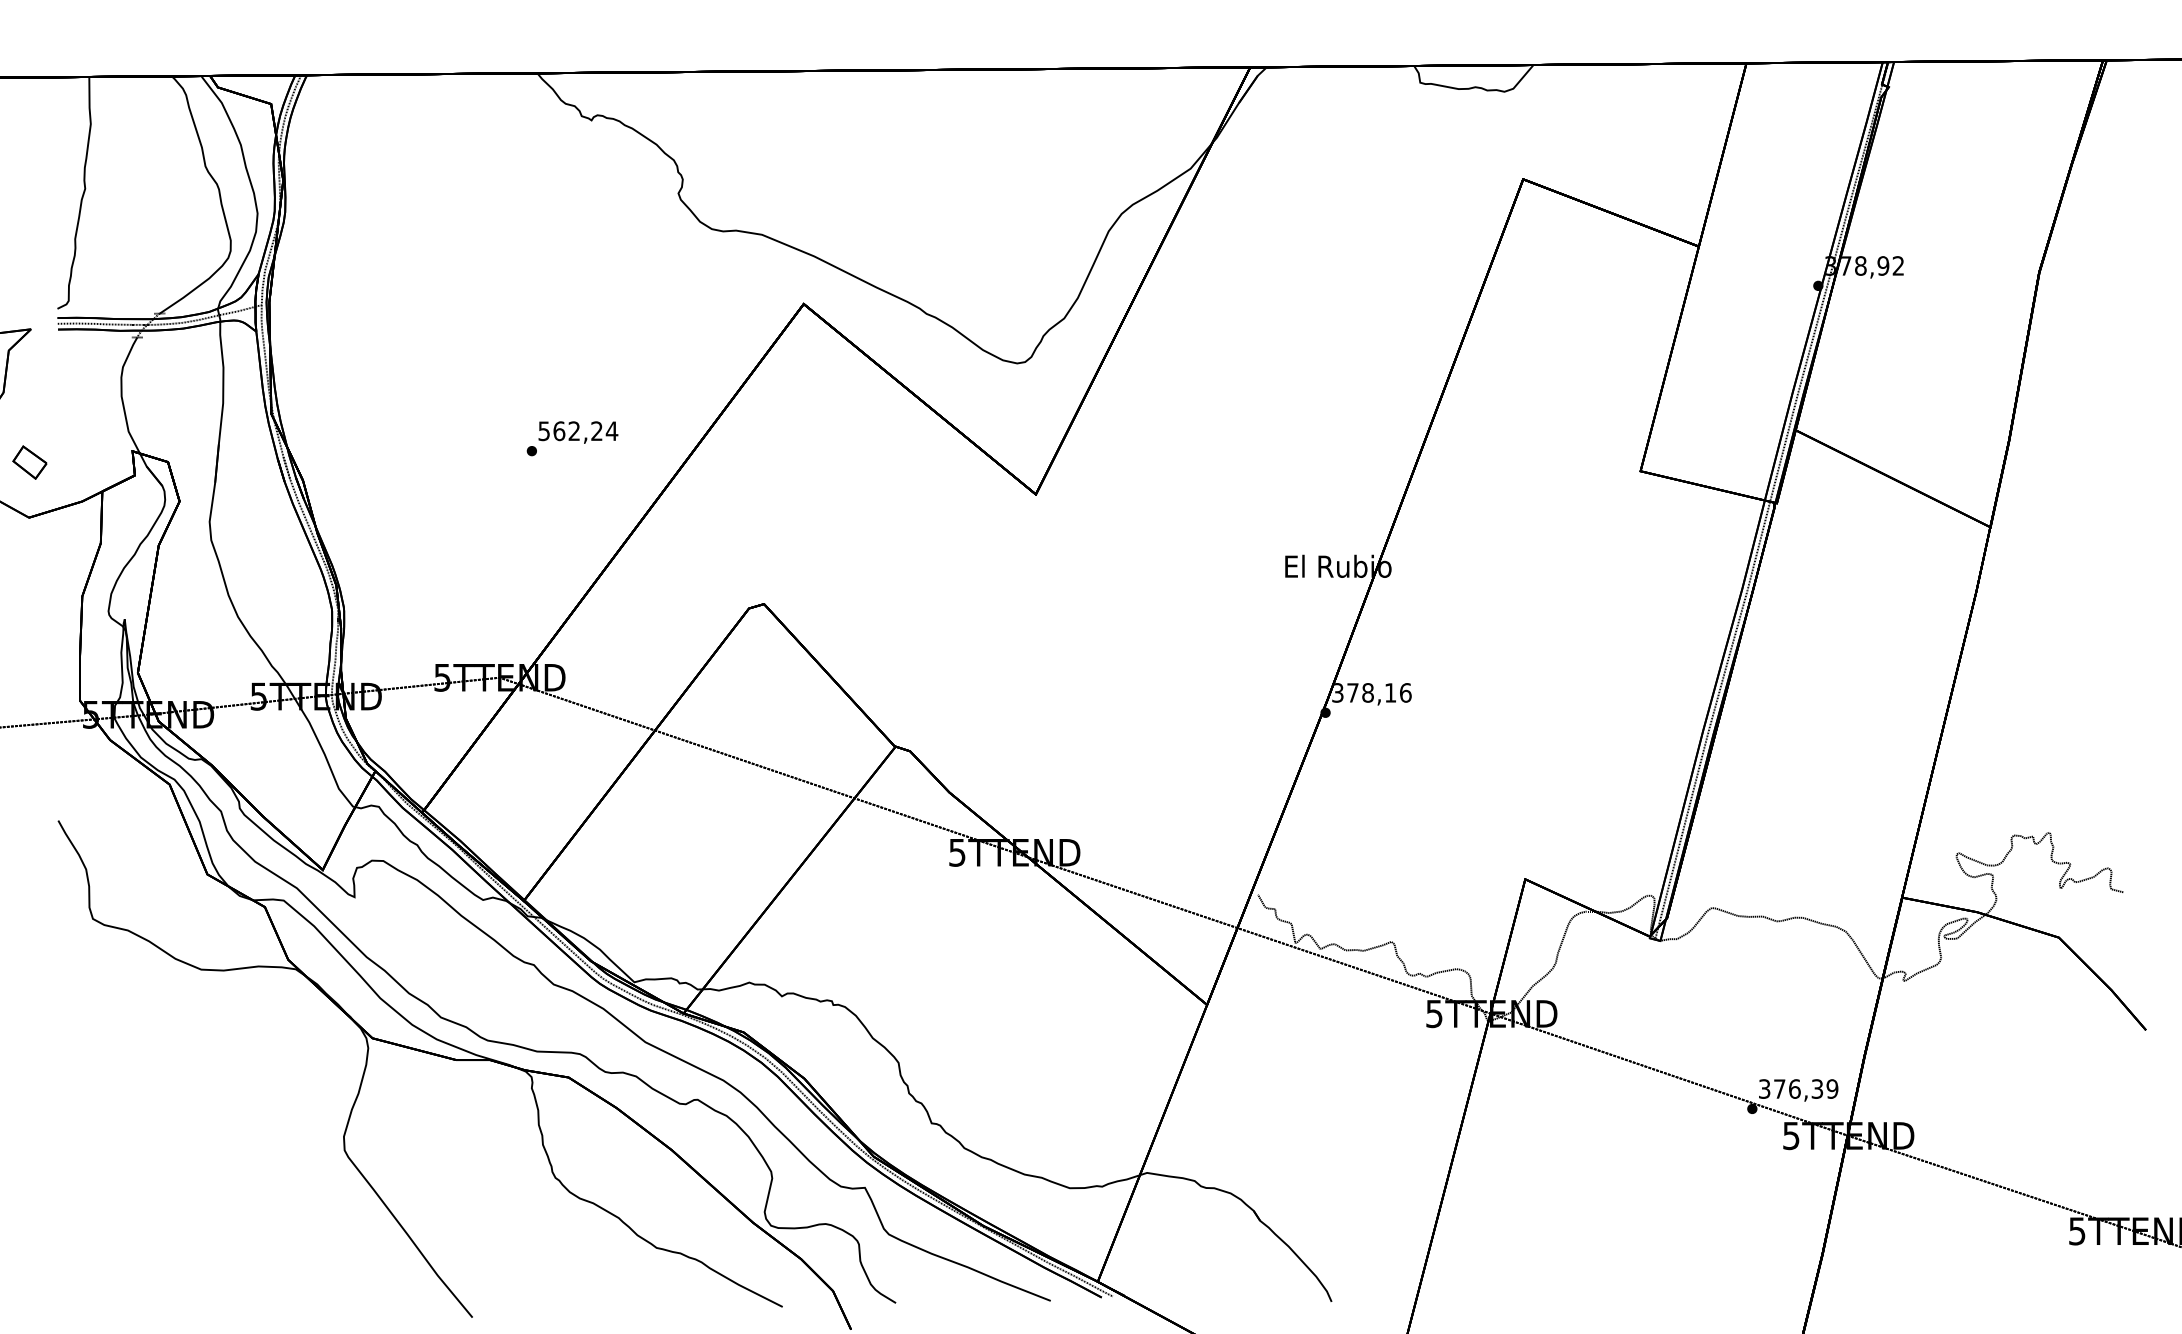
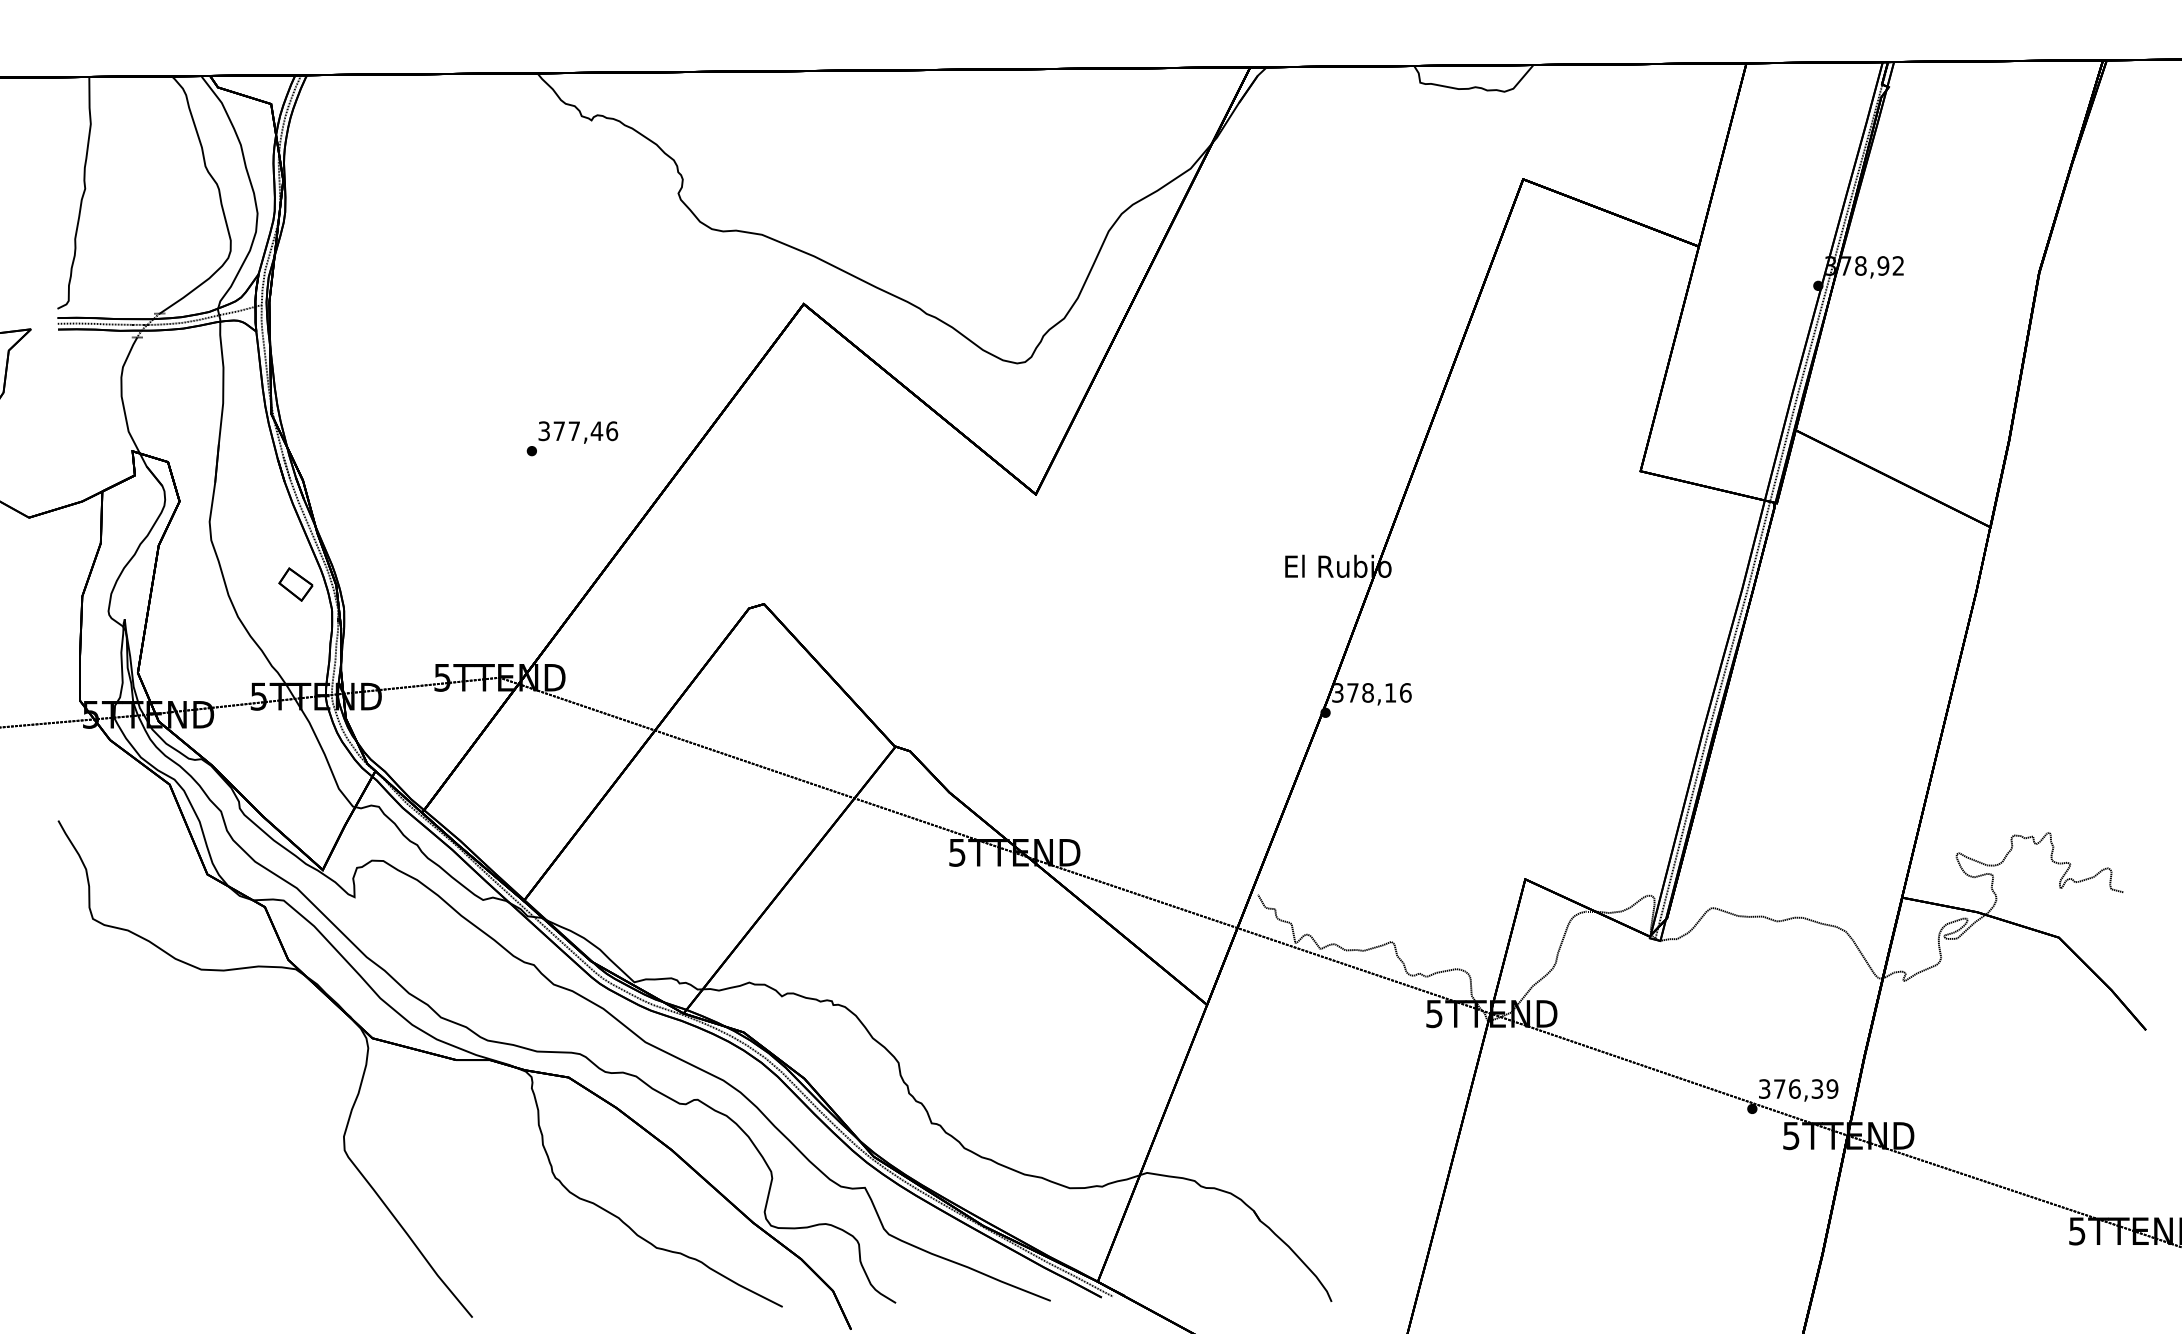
text at (578, 431): 562,24 -> 377,46
part at (29, 462) position: (29, 462) -> (295, 584)
